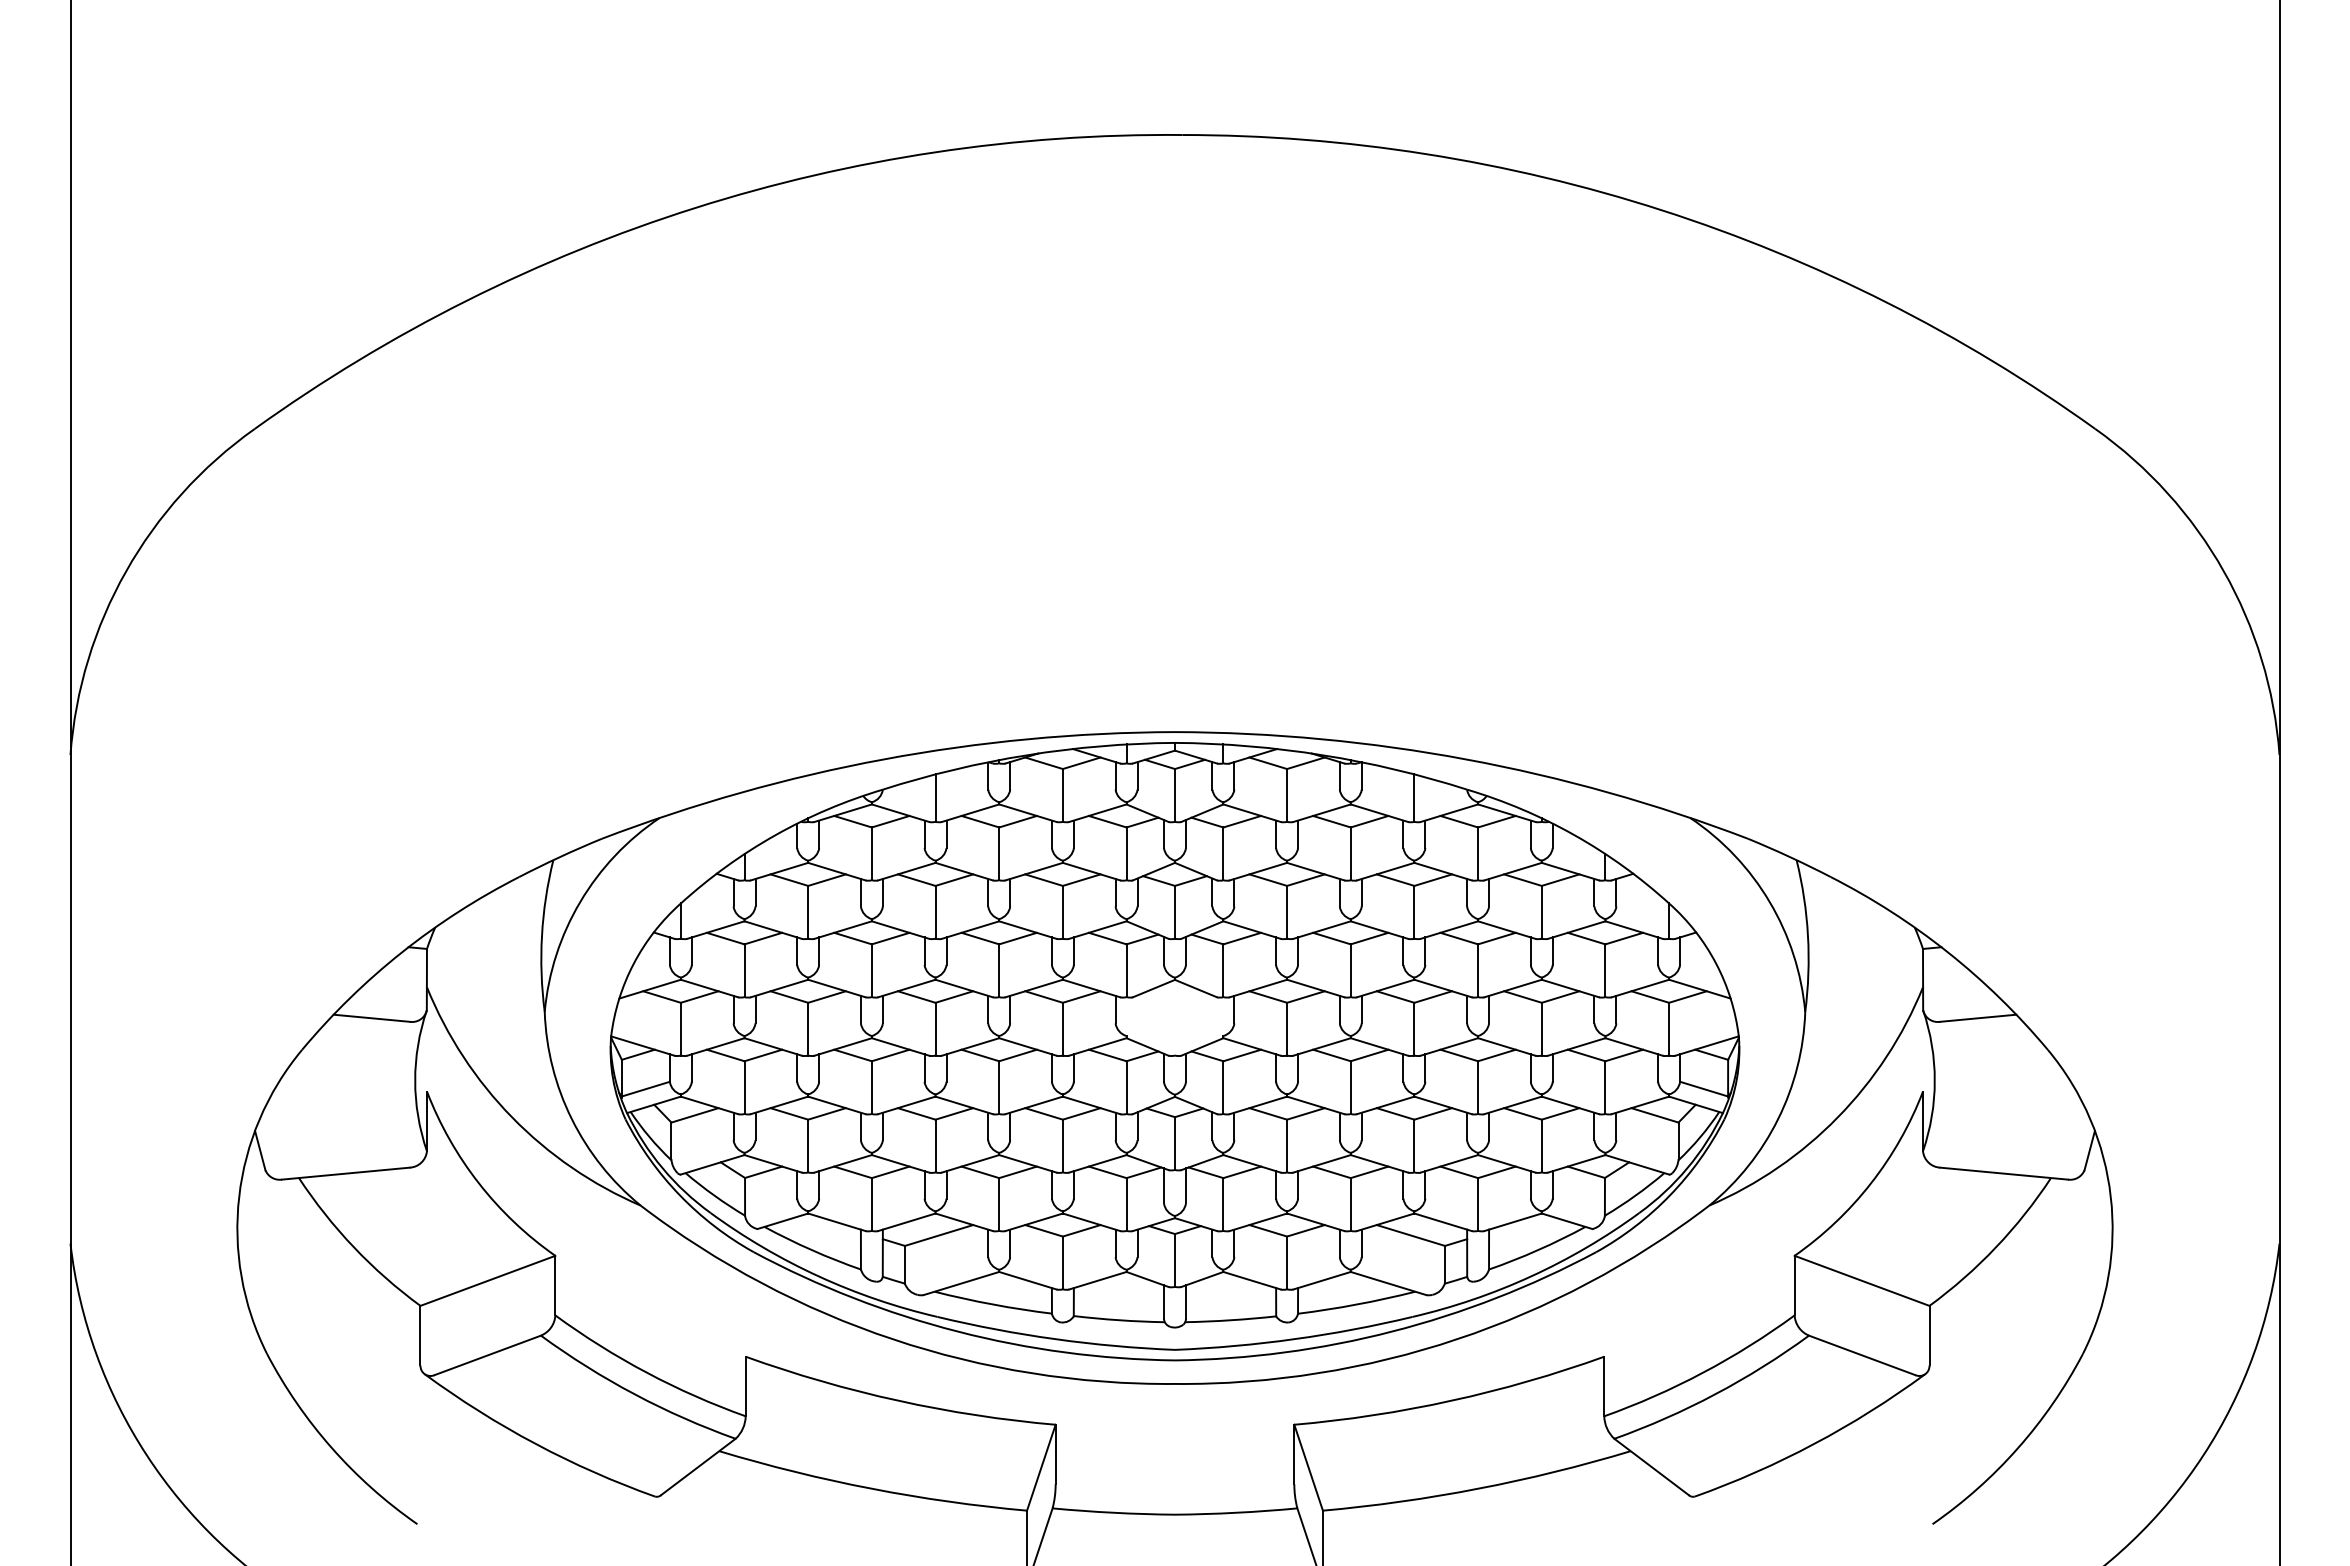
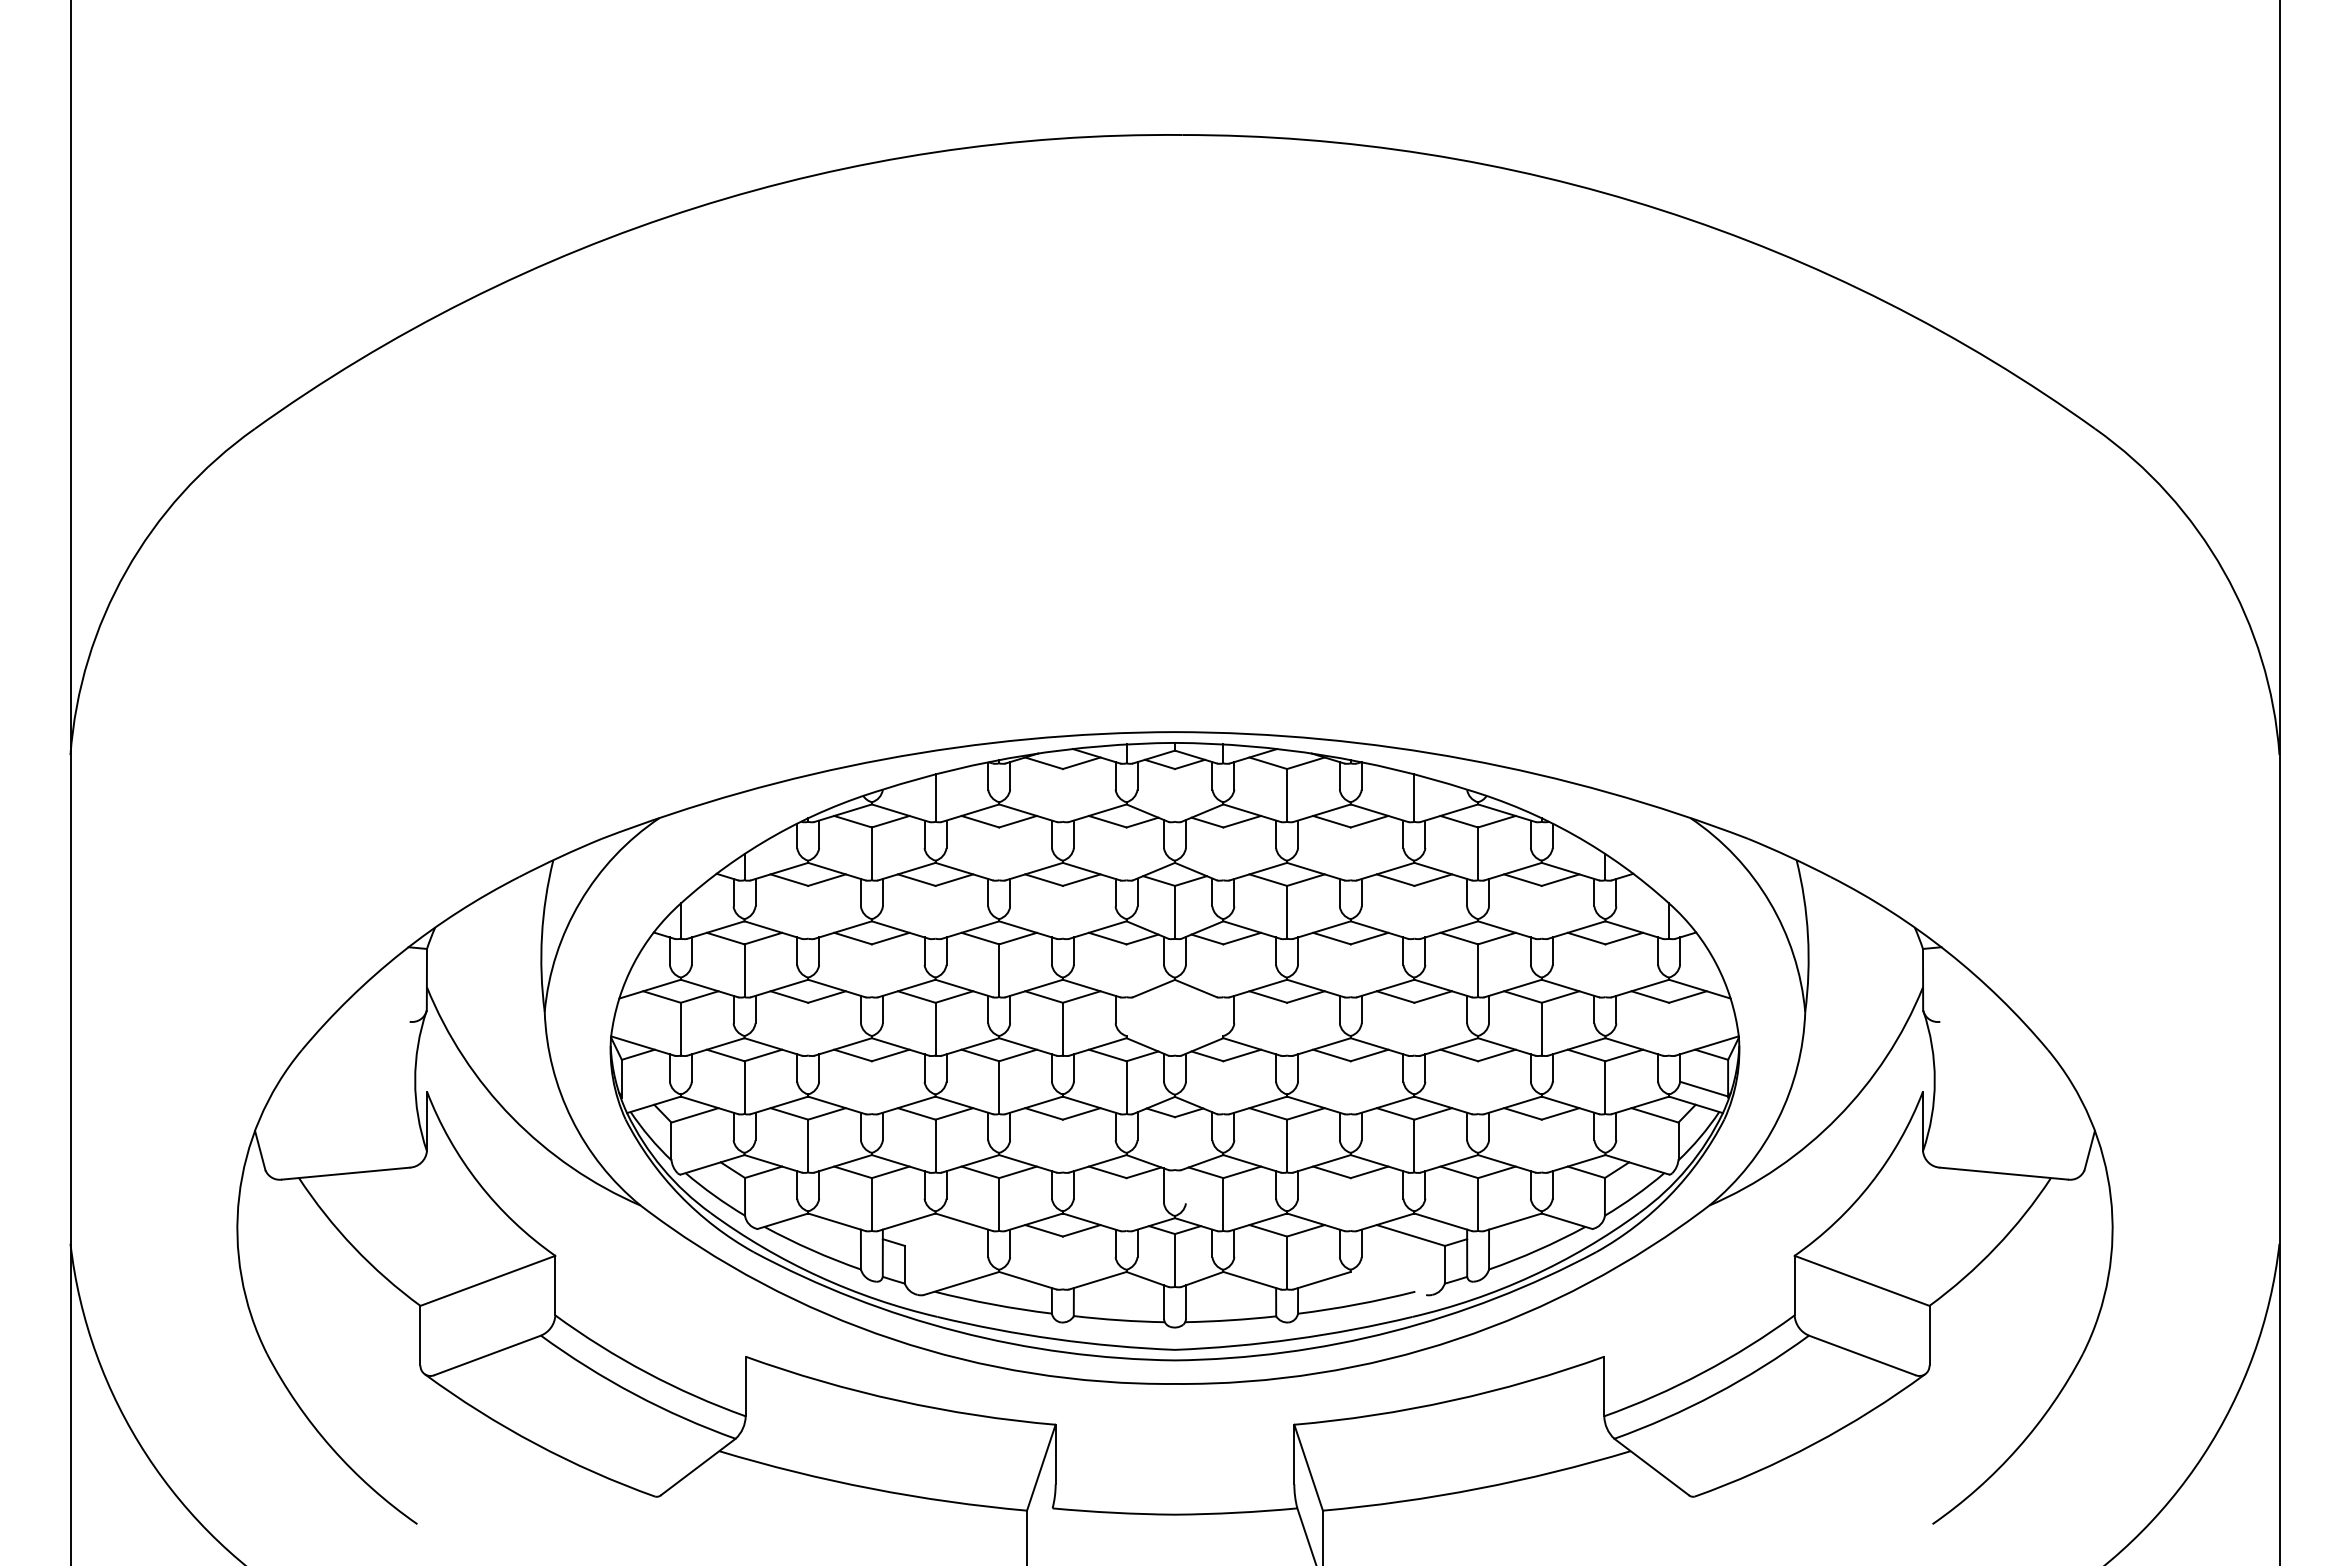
line at (1062, 795): present -> none
line at (1175, 795): present -> none
line at (999, 853): present -> none
line at (1126, 853): present -> none
line at (1223, 853): present -> none
line at (1350, 853): present -> none
line at (808, 911): present -> none
line at (935, 911): present -> none
line at (1062, 911): present -> none
line at (1414, 911): present -> none
line at (1541, 911): present -> none
line at (871, 970): present -> none
line at (1126, 970): present -> none
line at (1223, 970): present -> none
line at (1350, 970): present -> none
line at (1605, 970): present -> none
line at (371, 1017): present -> none
line at (1978, 1017): present -> none
line at (808, 1028): present -> none
line at (1287, 1028): present -> none
line at (1414, 1028): present -> none
line at (1669, 1028): present -> none
line at (871, 1087): present -> none
line at (1223, 1087): present -> none
line at (1350, 1087): present -> none
line at (1478, 1087): present -> none
line at (645, 1088): present -> none
line at (1175, 1143): present -> none
line at (1062, 1145): present -> none
line at (1541, 1145): present -> none
line at (1185, 1185): present -> none
line at (1126, 1204): present -> none
line at (1350, 1204): present -> none
line at (938, 1235): present -> none
line at (1062, 1262): present -> none
line at (1388, 1283): present -> none
line at (1043, 1535): present -> none
